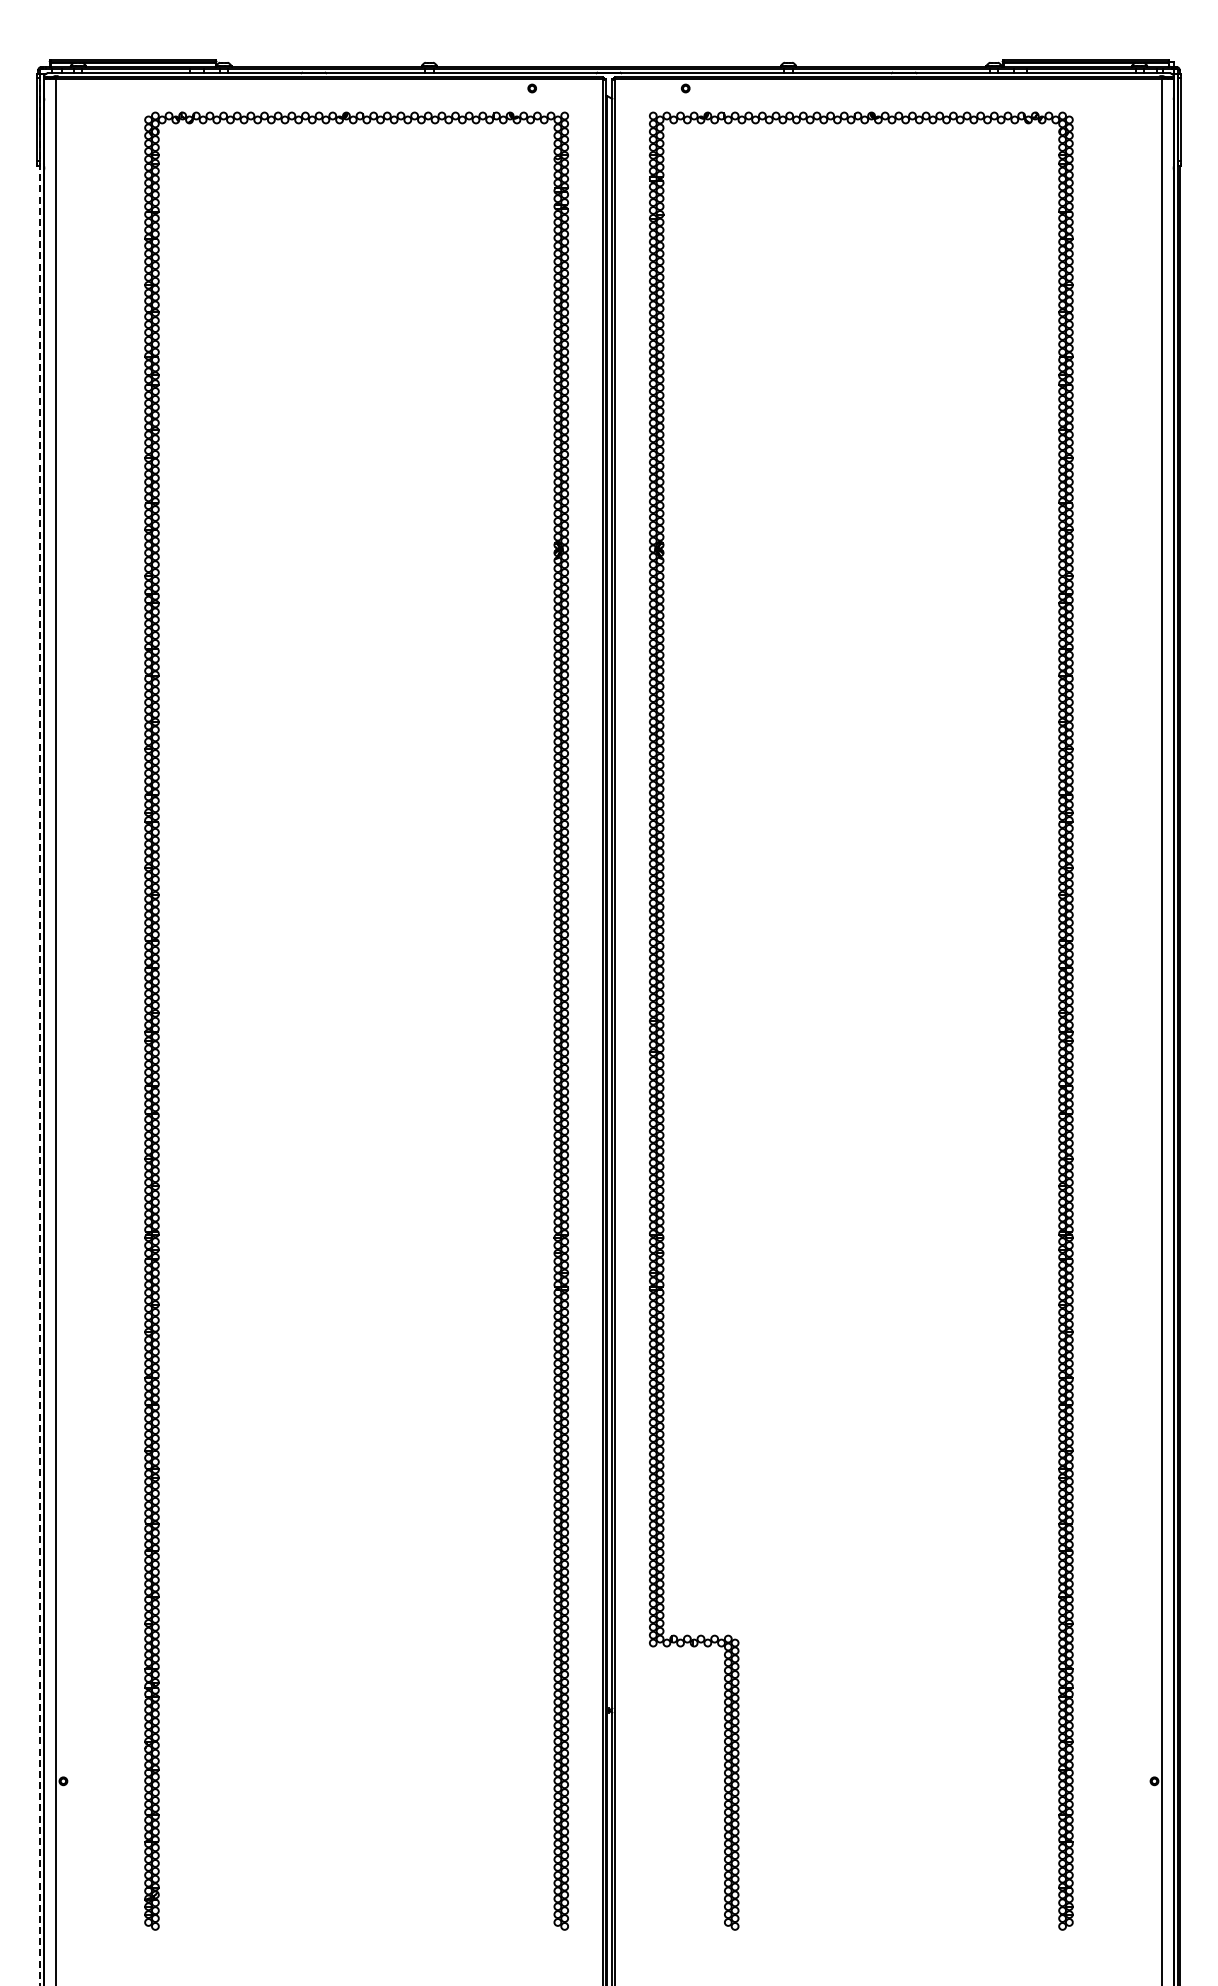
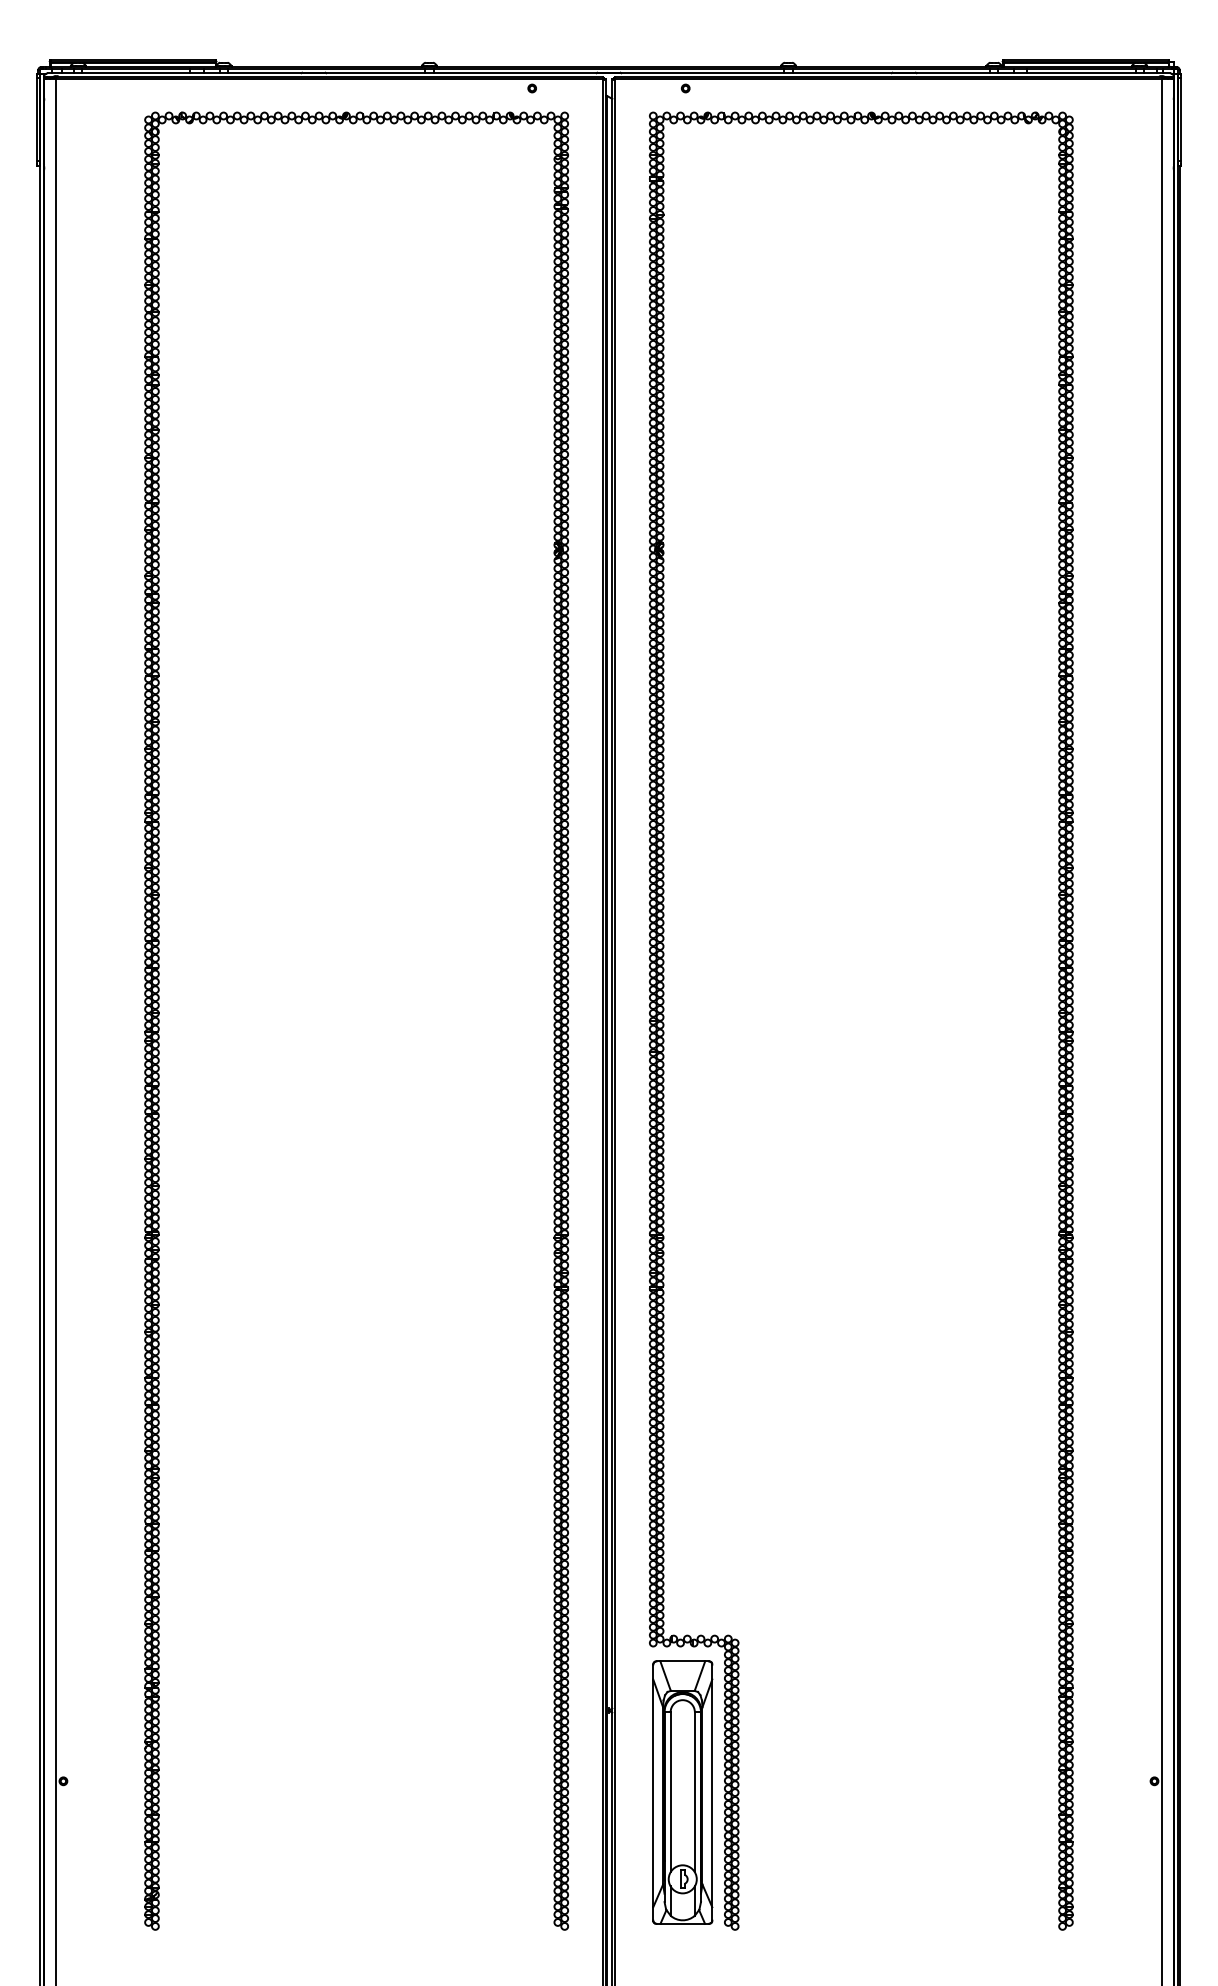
line at (39, 1029): dashed -> solid
part at (682, 1792): none -> present
